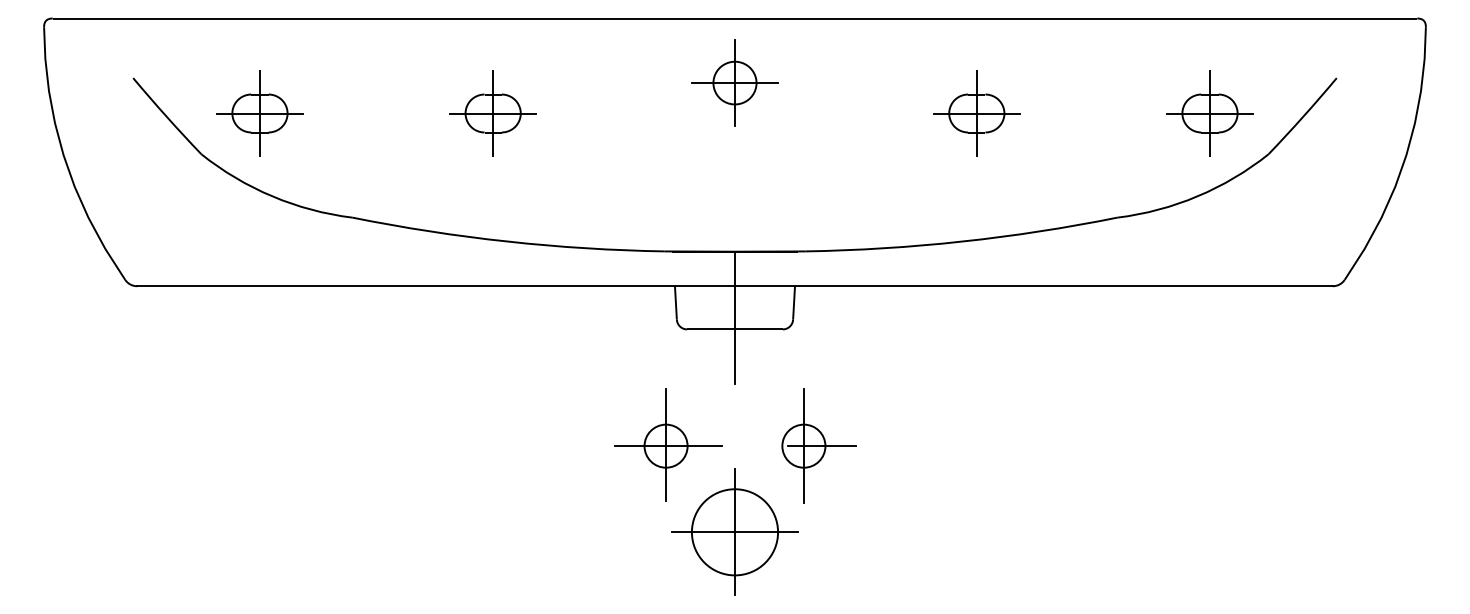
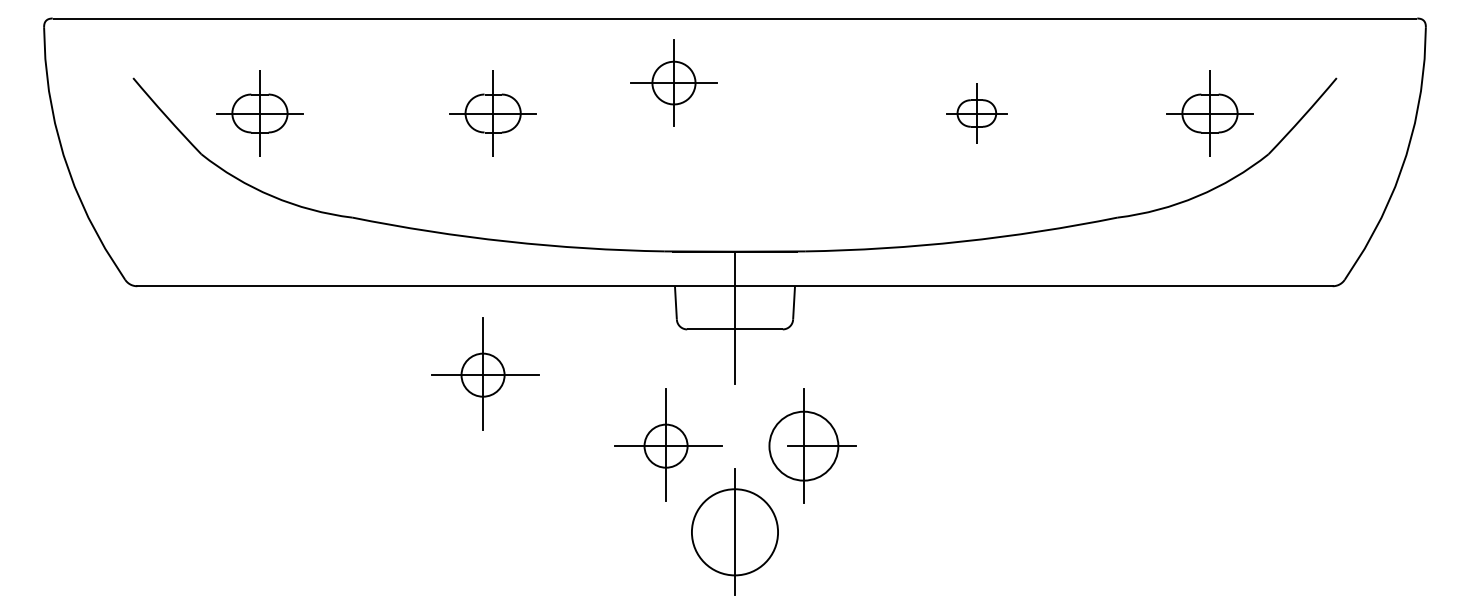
part at (734, 82) position: (734, 82) -> (673, 82)
part at (976, 113) size: 88x87 px -> 62x61 px
part at (485, 373): none -> present
circle at (803, 445) diameter: 43 px -> 69 px
line at (734, 532): present -> none
